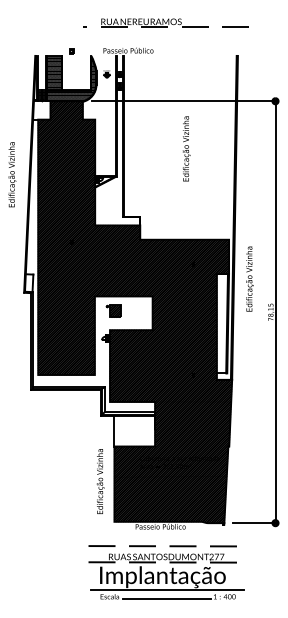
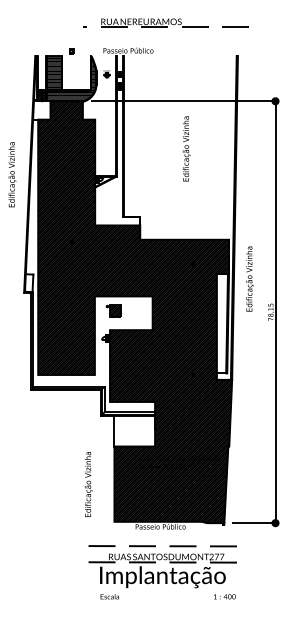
text at (100, 481) position: (100, 481) -> (88, 484)
line at (167, 589): present -> none
line at (166, 599): present -> none
